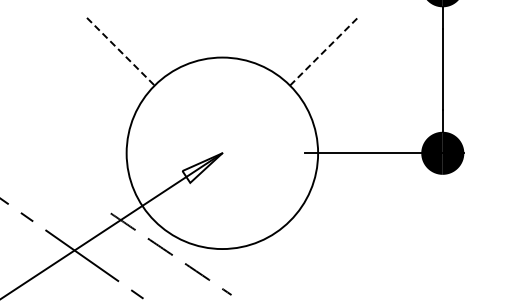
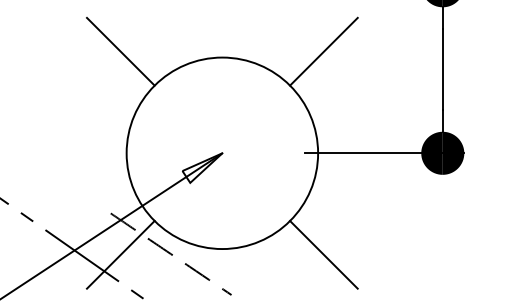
line at (120, 51): dashed -> solid
line at (323, 51): dashed -> solid
line at (120, 254): none -> present
line at (323, 254): none -> present
